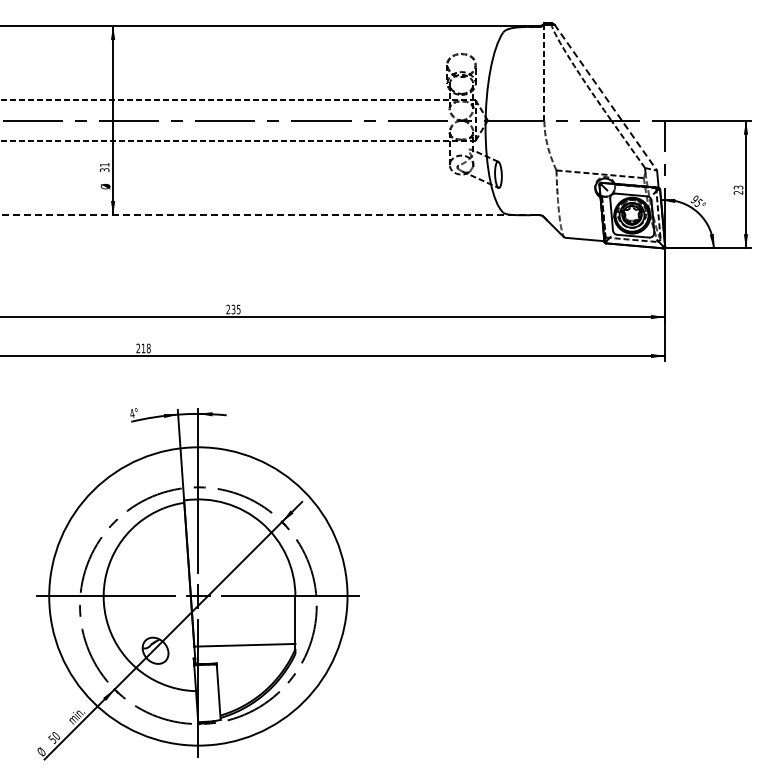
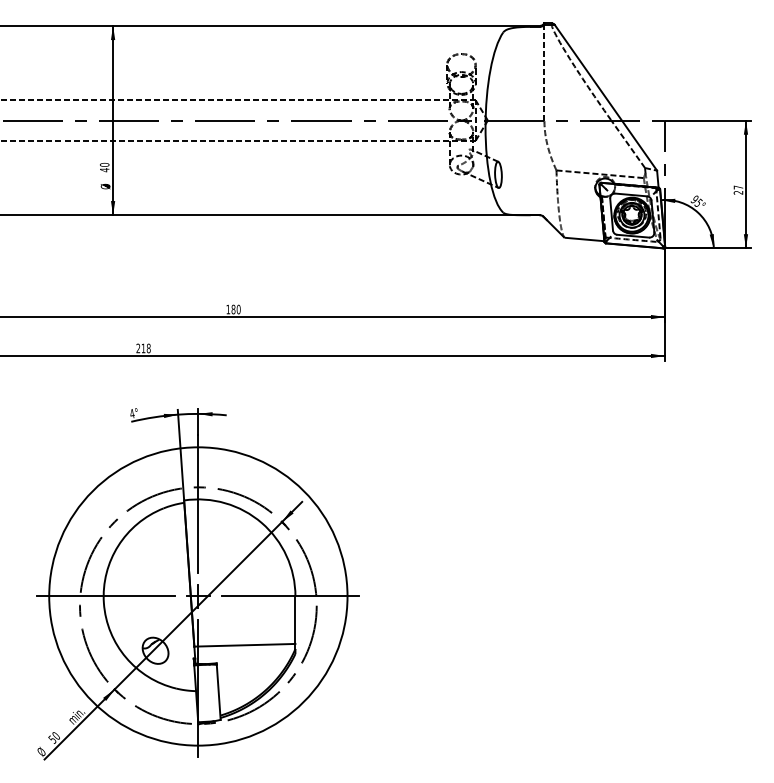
line at (606, 98): dashed -> solid
text at (104, 167): 31 -> 40
text at (738, 187): 23 -> 27
line at (270, 215): dashed -> solid
text at (233, 309): 235 -> 180
